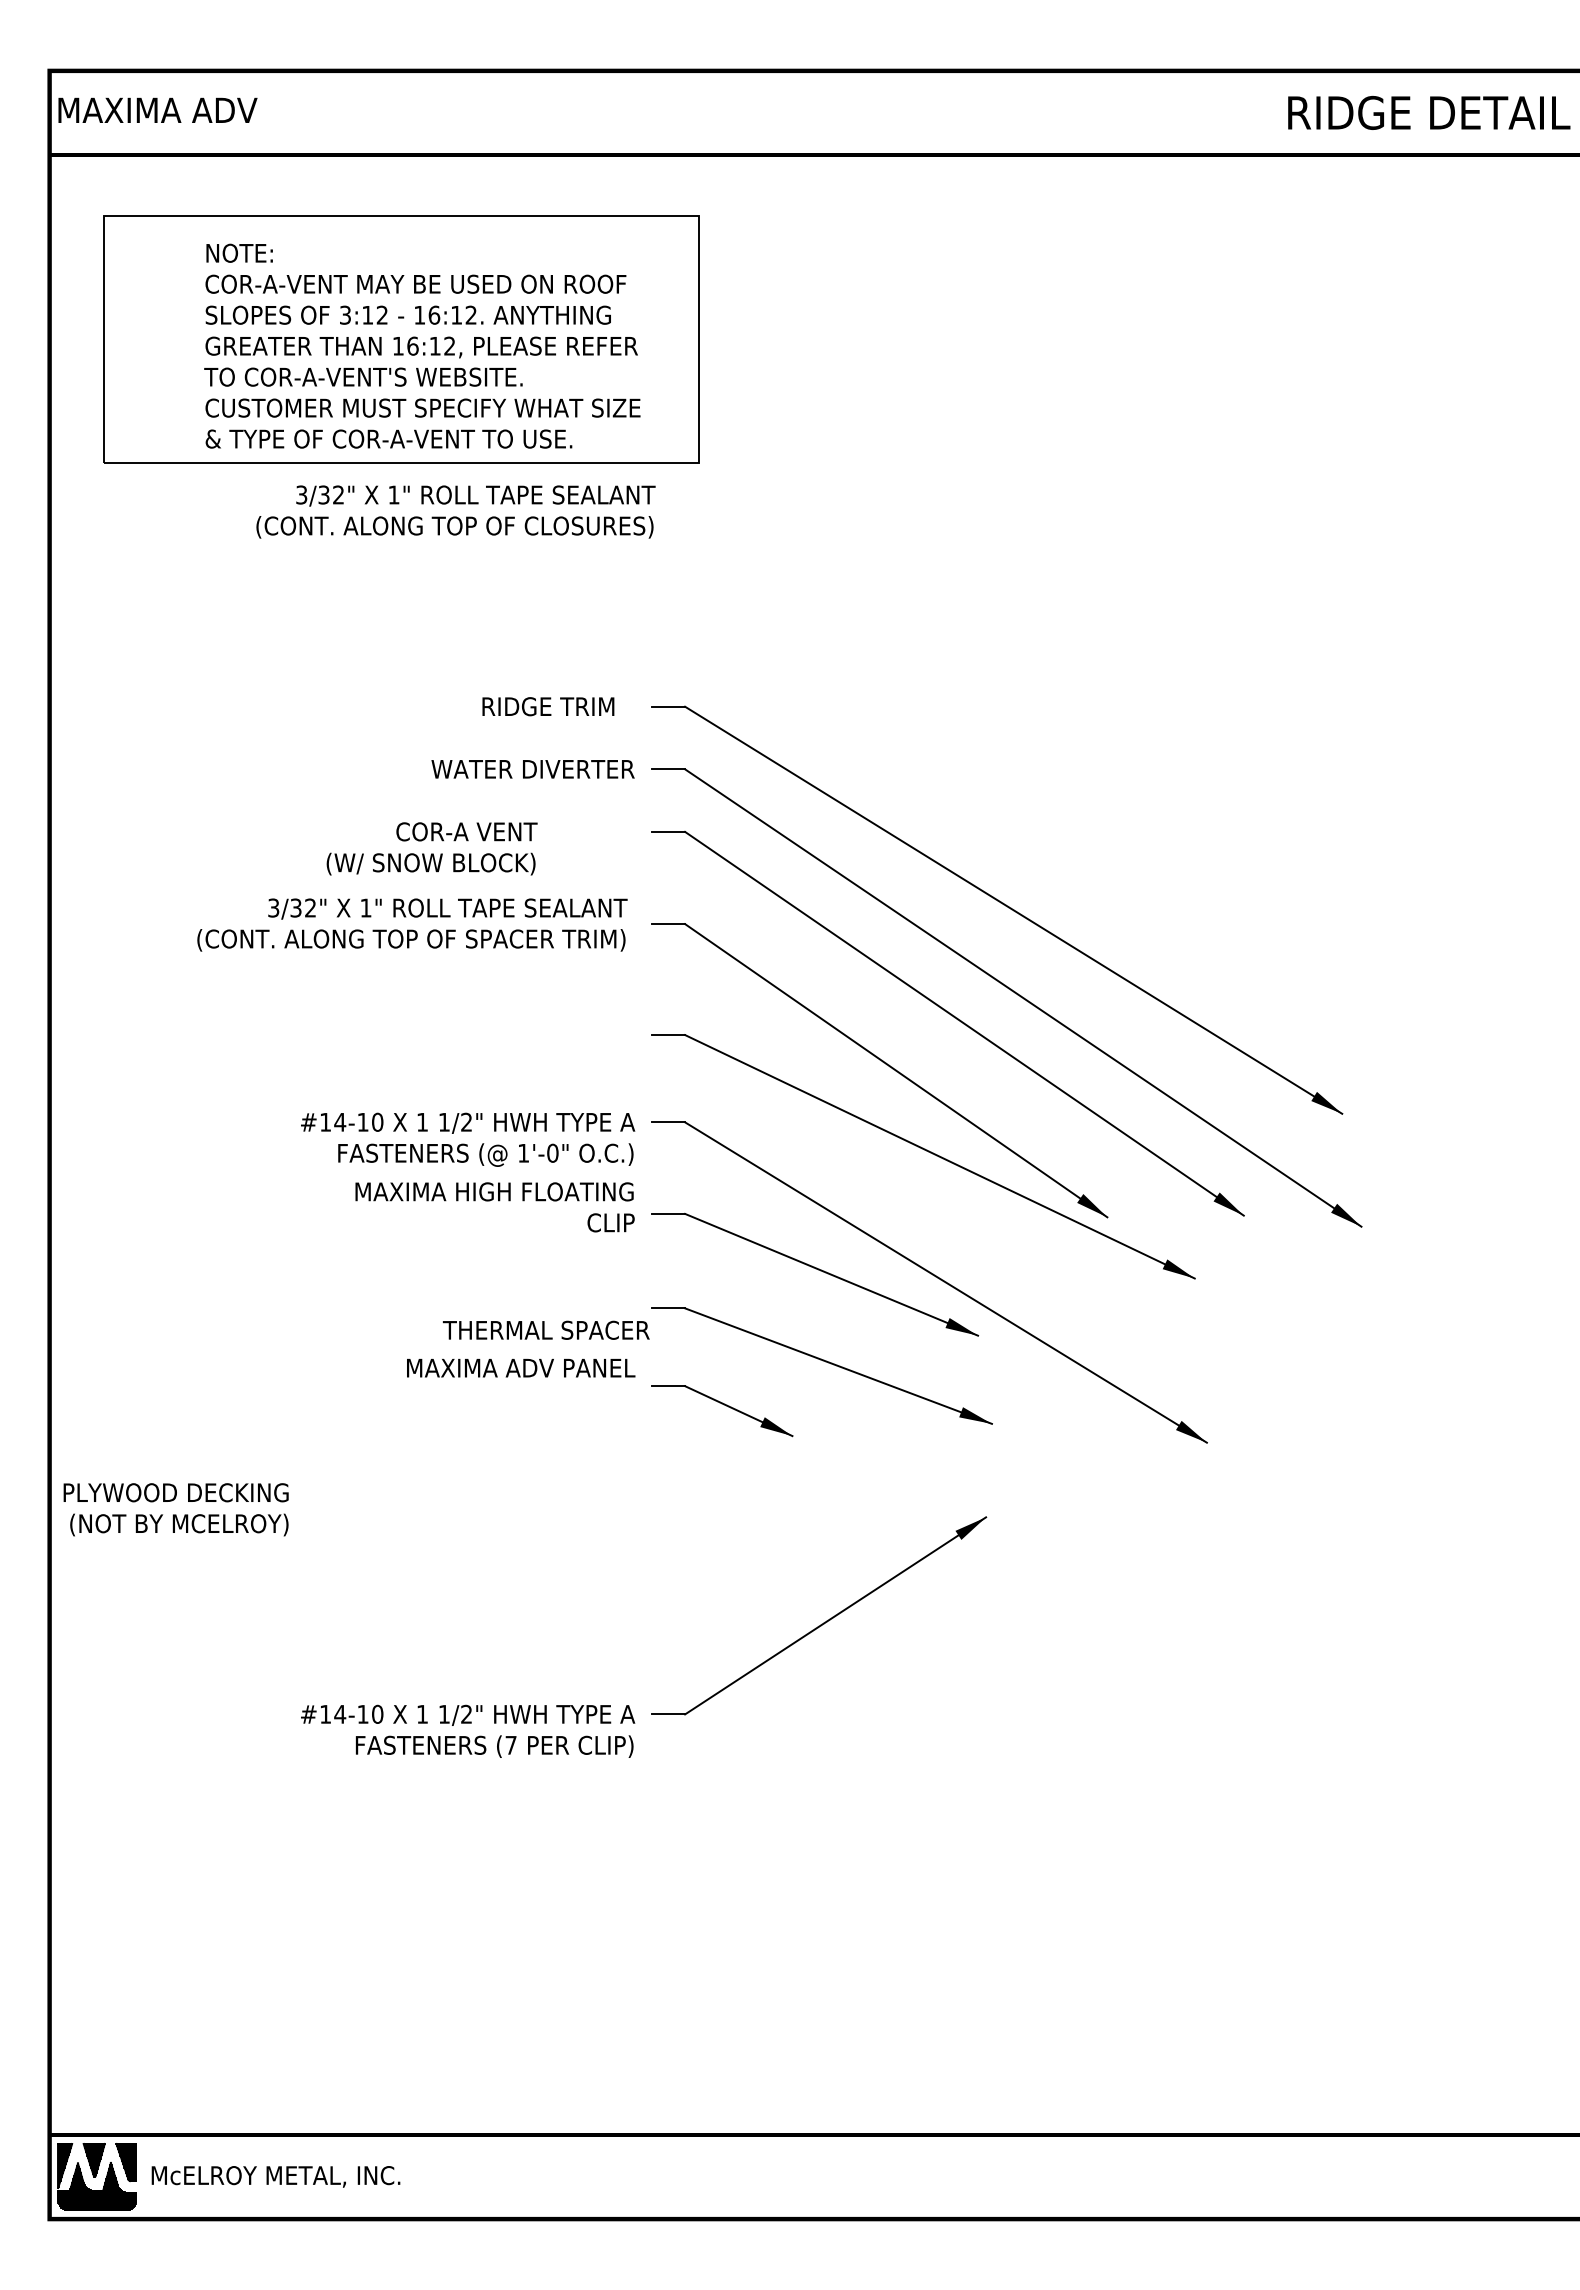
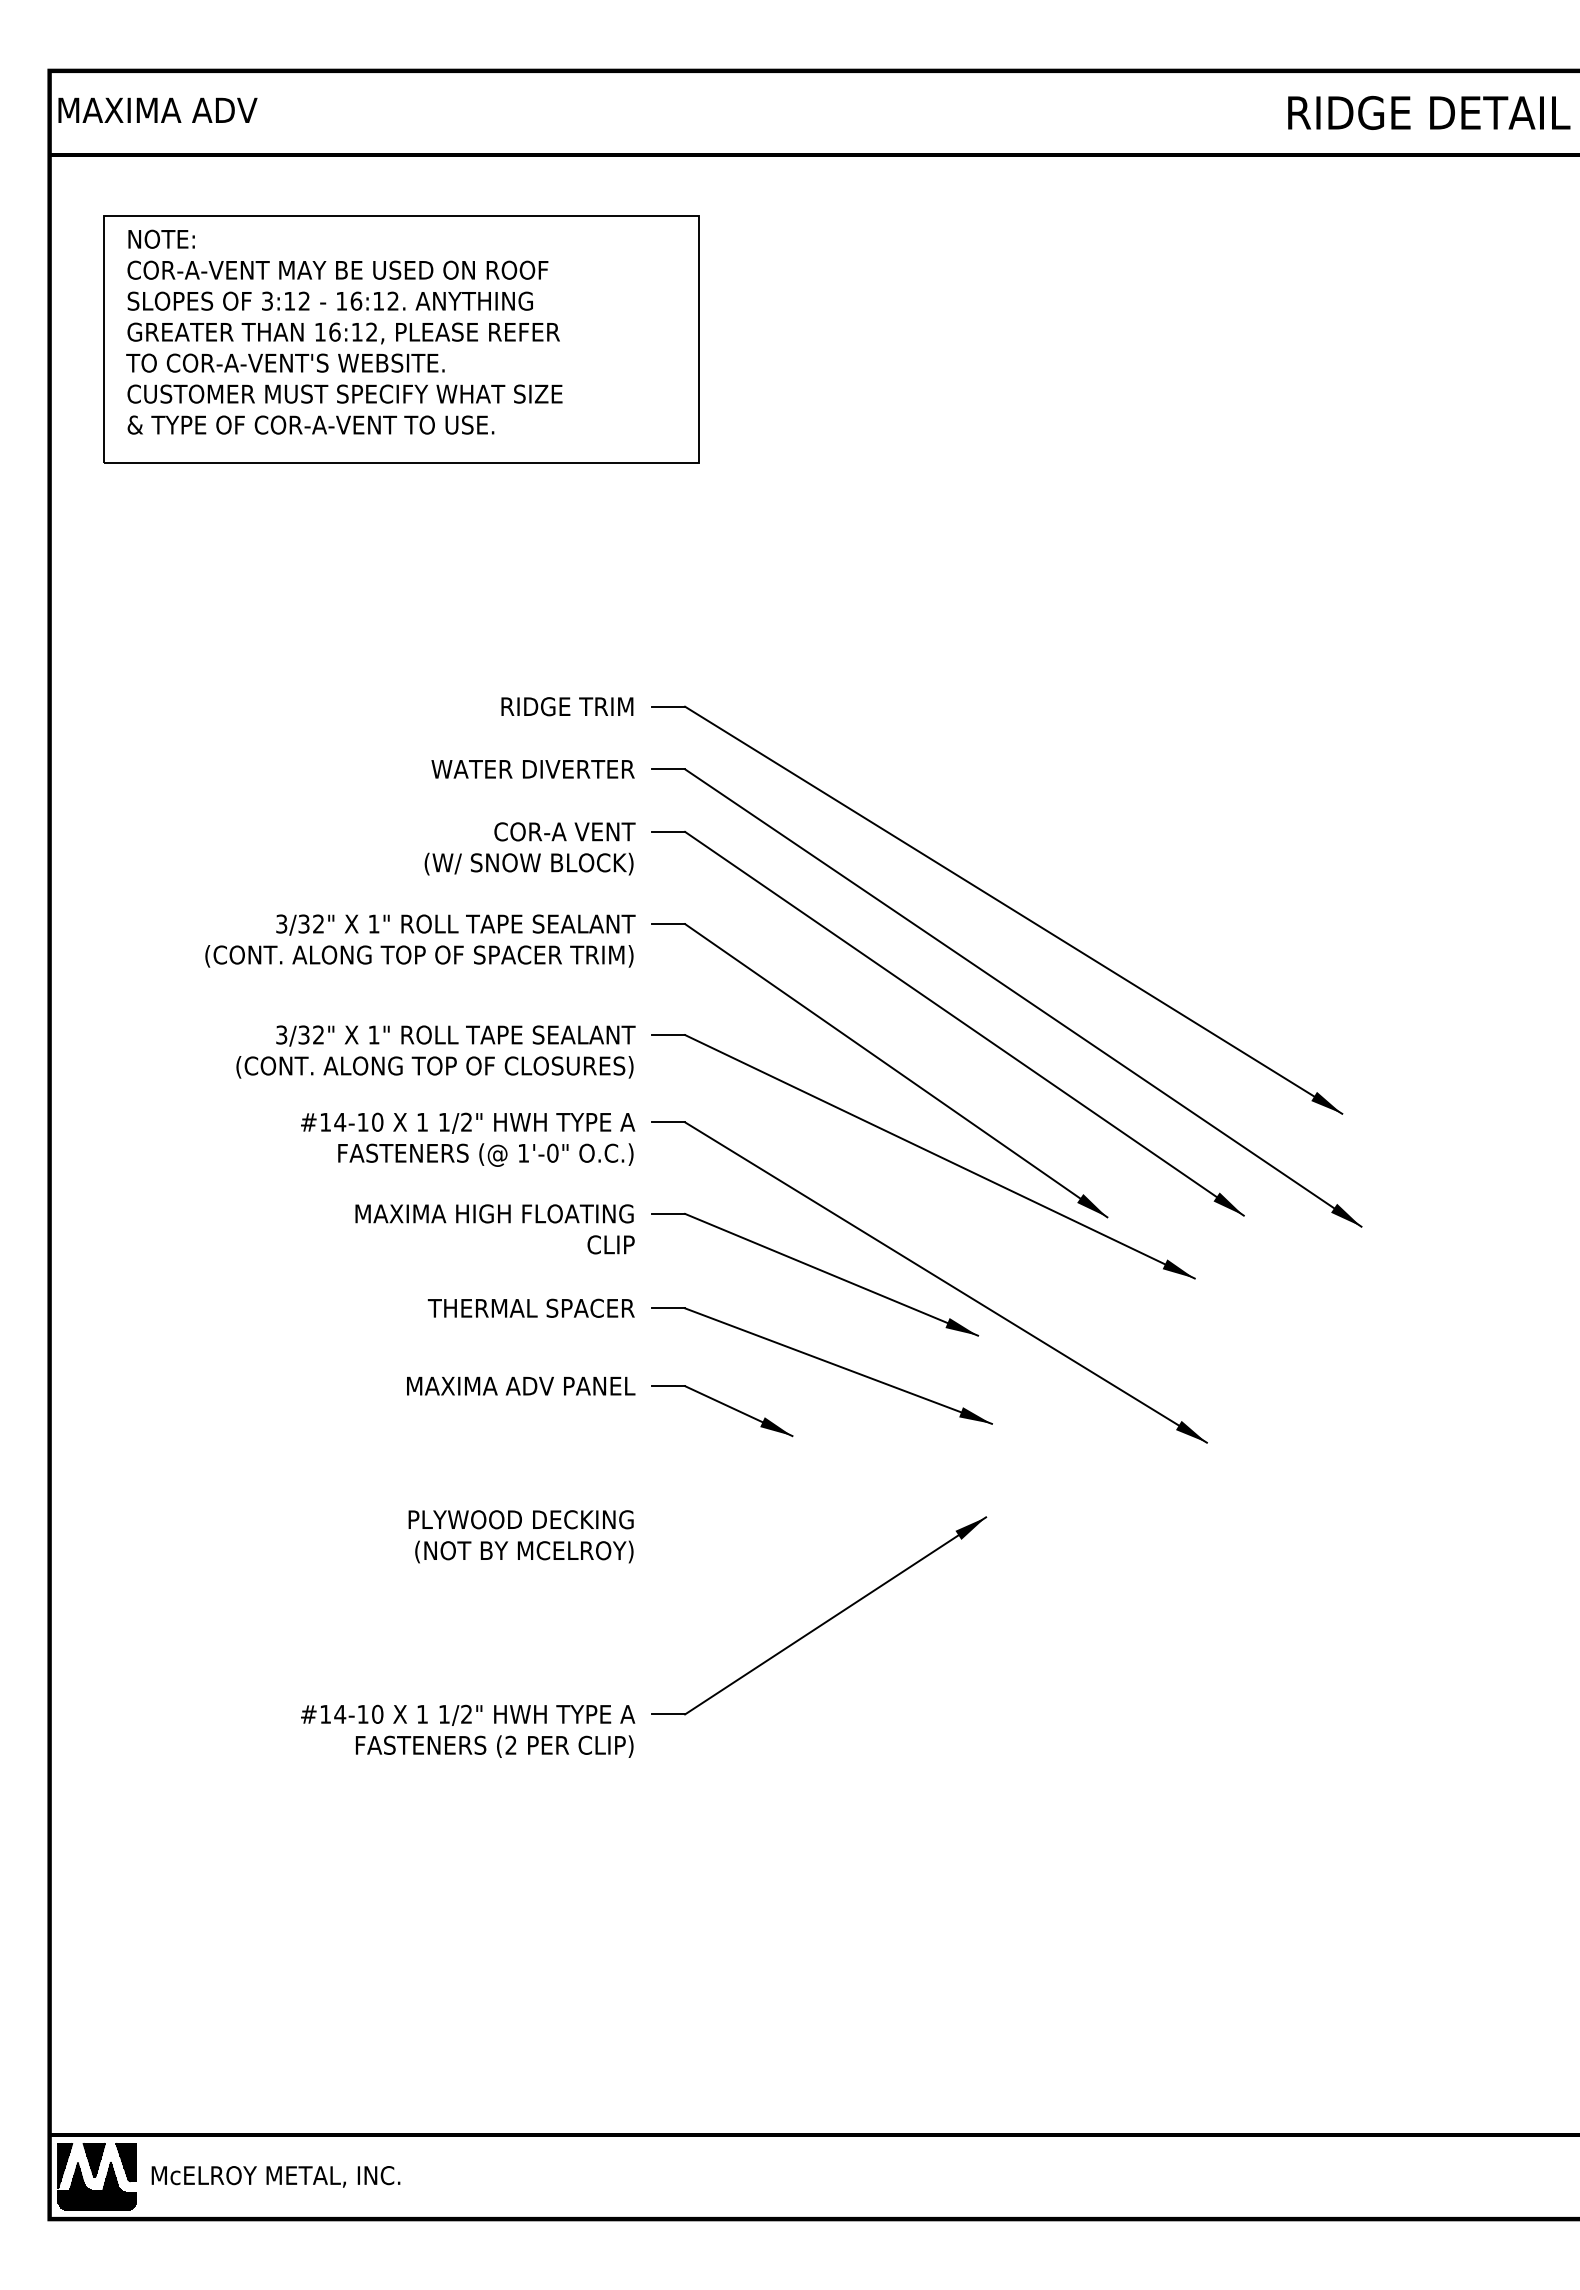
text at (422, 345) position: (422, 345) -> (344, 331)
text at (455, 511) position: (455, 511) -> (435, 1051)
text at (548, 706) position: (548, 706) -> (567, 706)
text at (431, 848) position: (431, 848) -> (529, 848)
text at (412, 924) position: (412, 924) -> (420, 940)
text at (494, 1207) position: (494, 1207) -> (494, 1229)
text at (545, 1329) position: (545, 1329) -> (530, 1307)
text at (521, 1368) position: (521, 1368) -> (521, 1386)
text at (175, 1509) position: (175, 1509) -> (520, 1536)
text at (510, 1744): (7 -> (2
